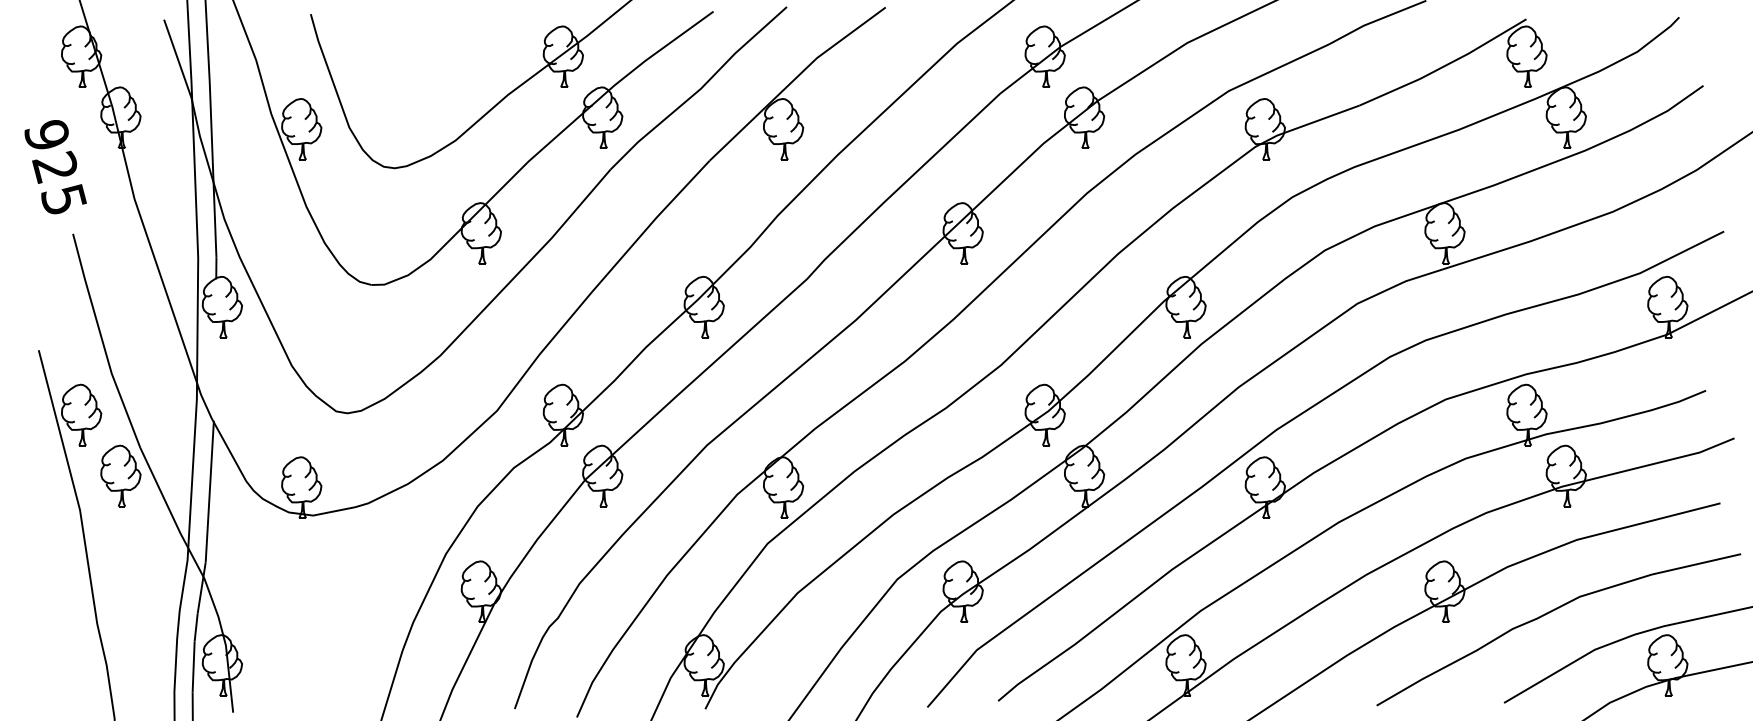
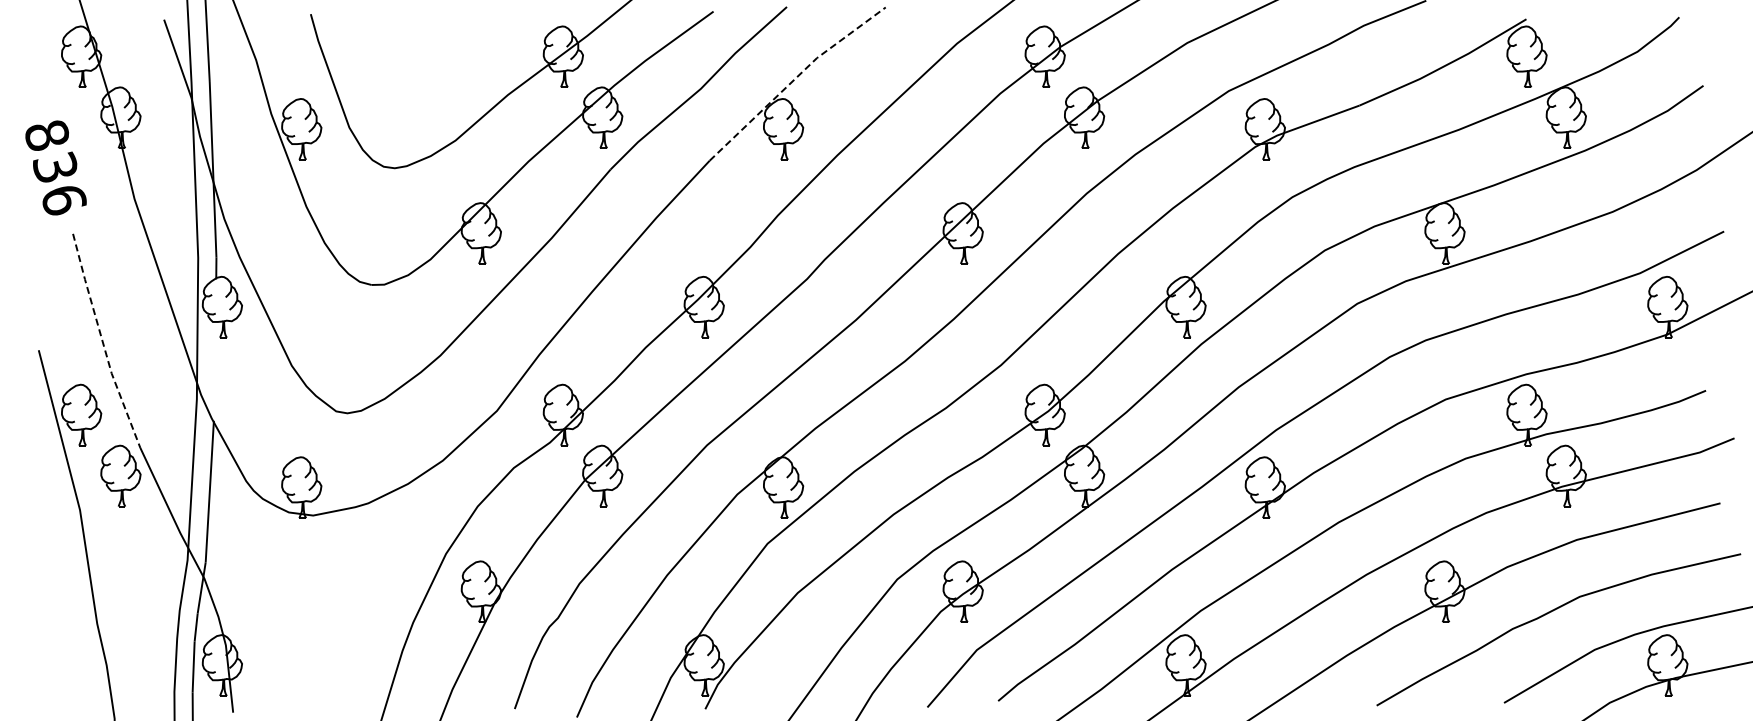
line at (794, 79): solid -> dashed
text at (55, 167): 925 -> 836
line at (102, 342): solid -> dashed
